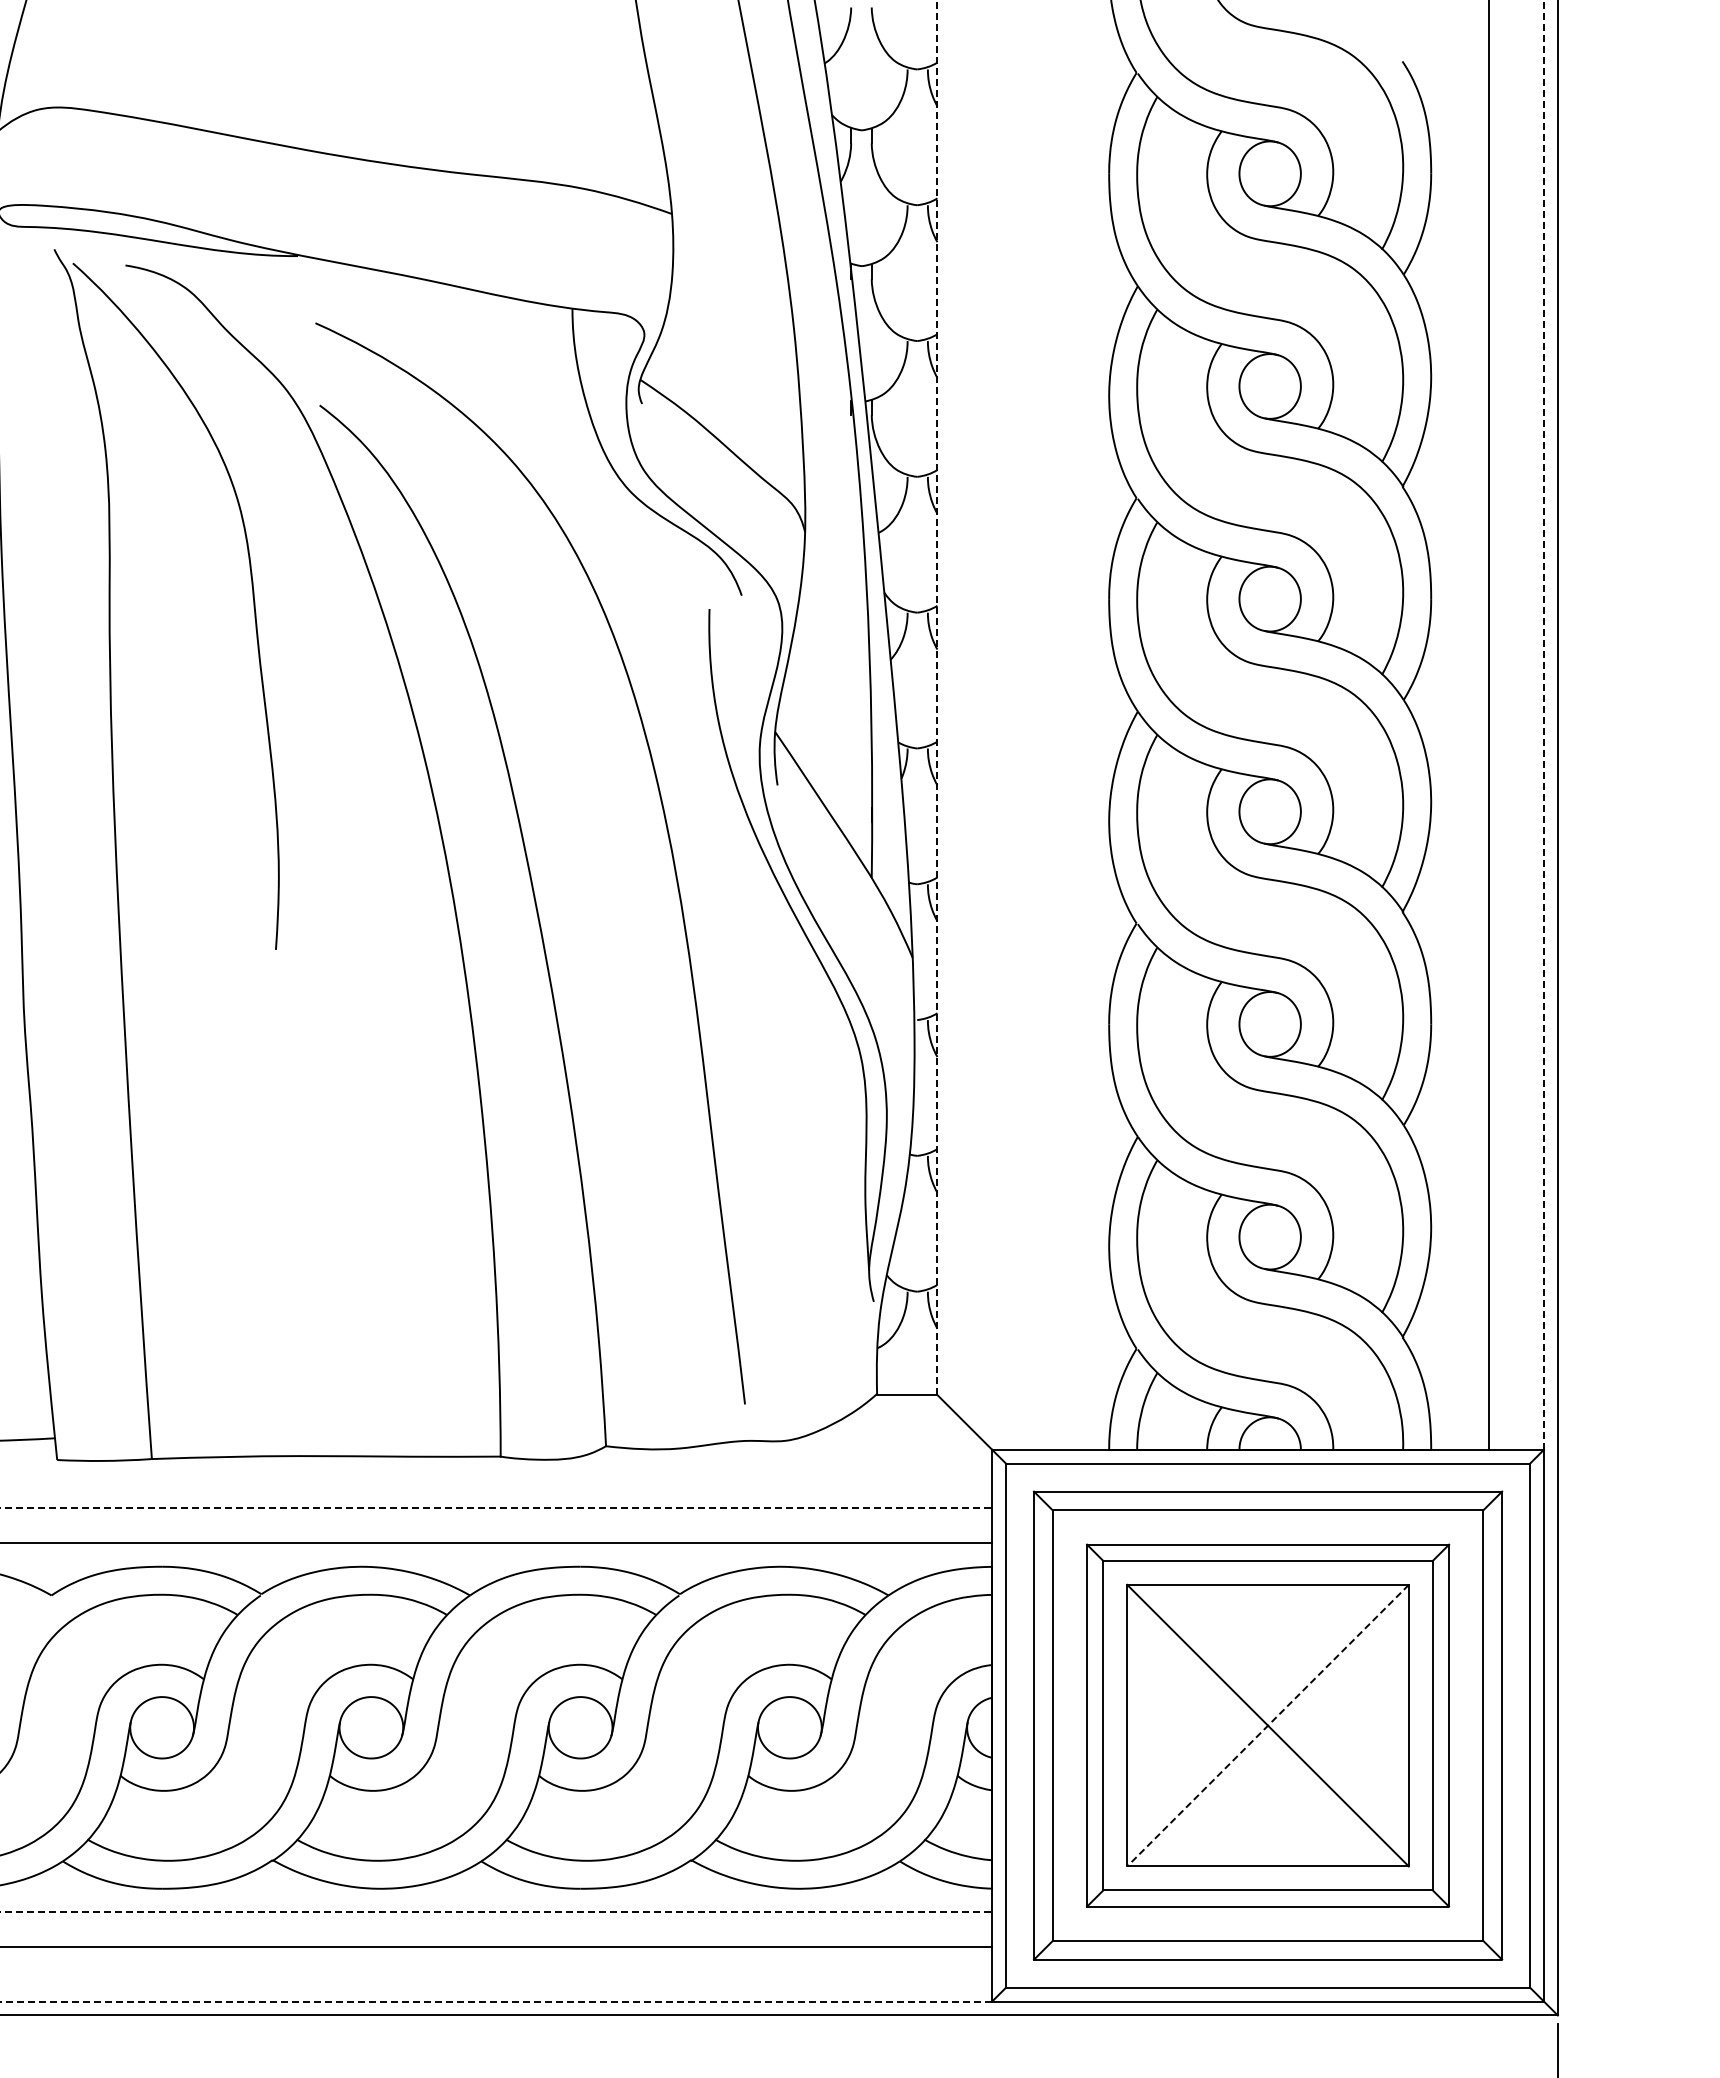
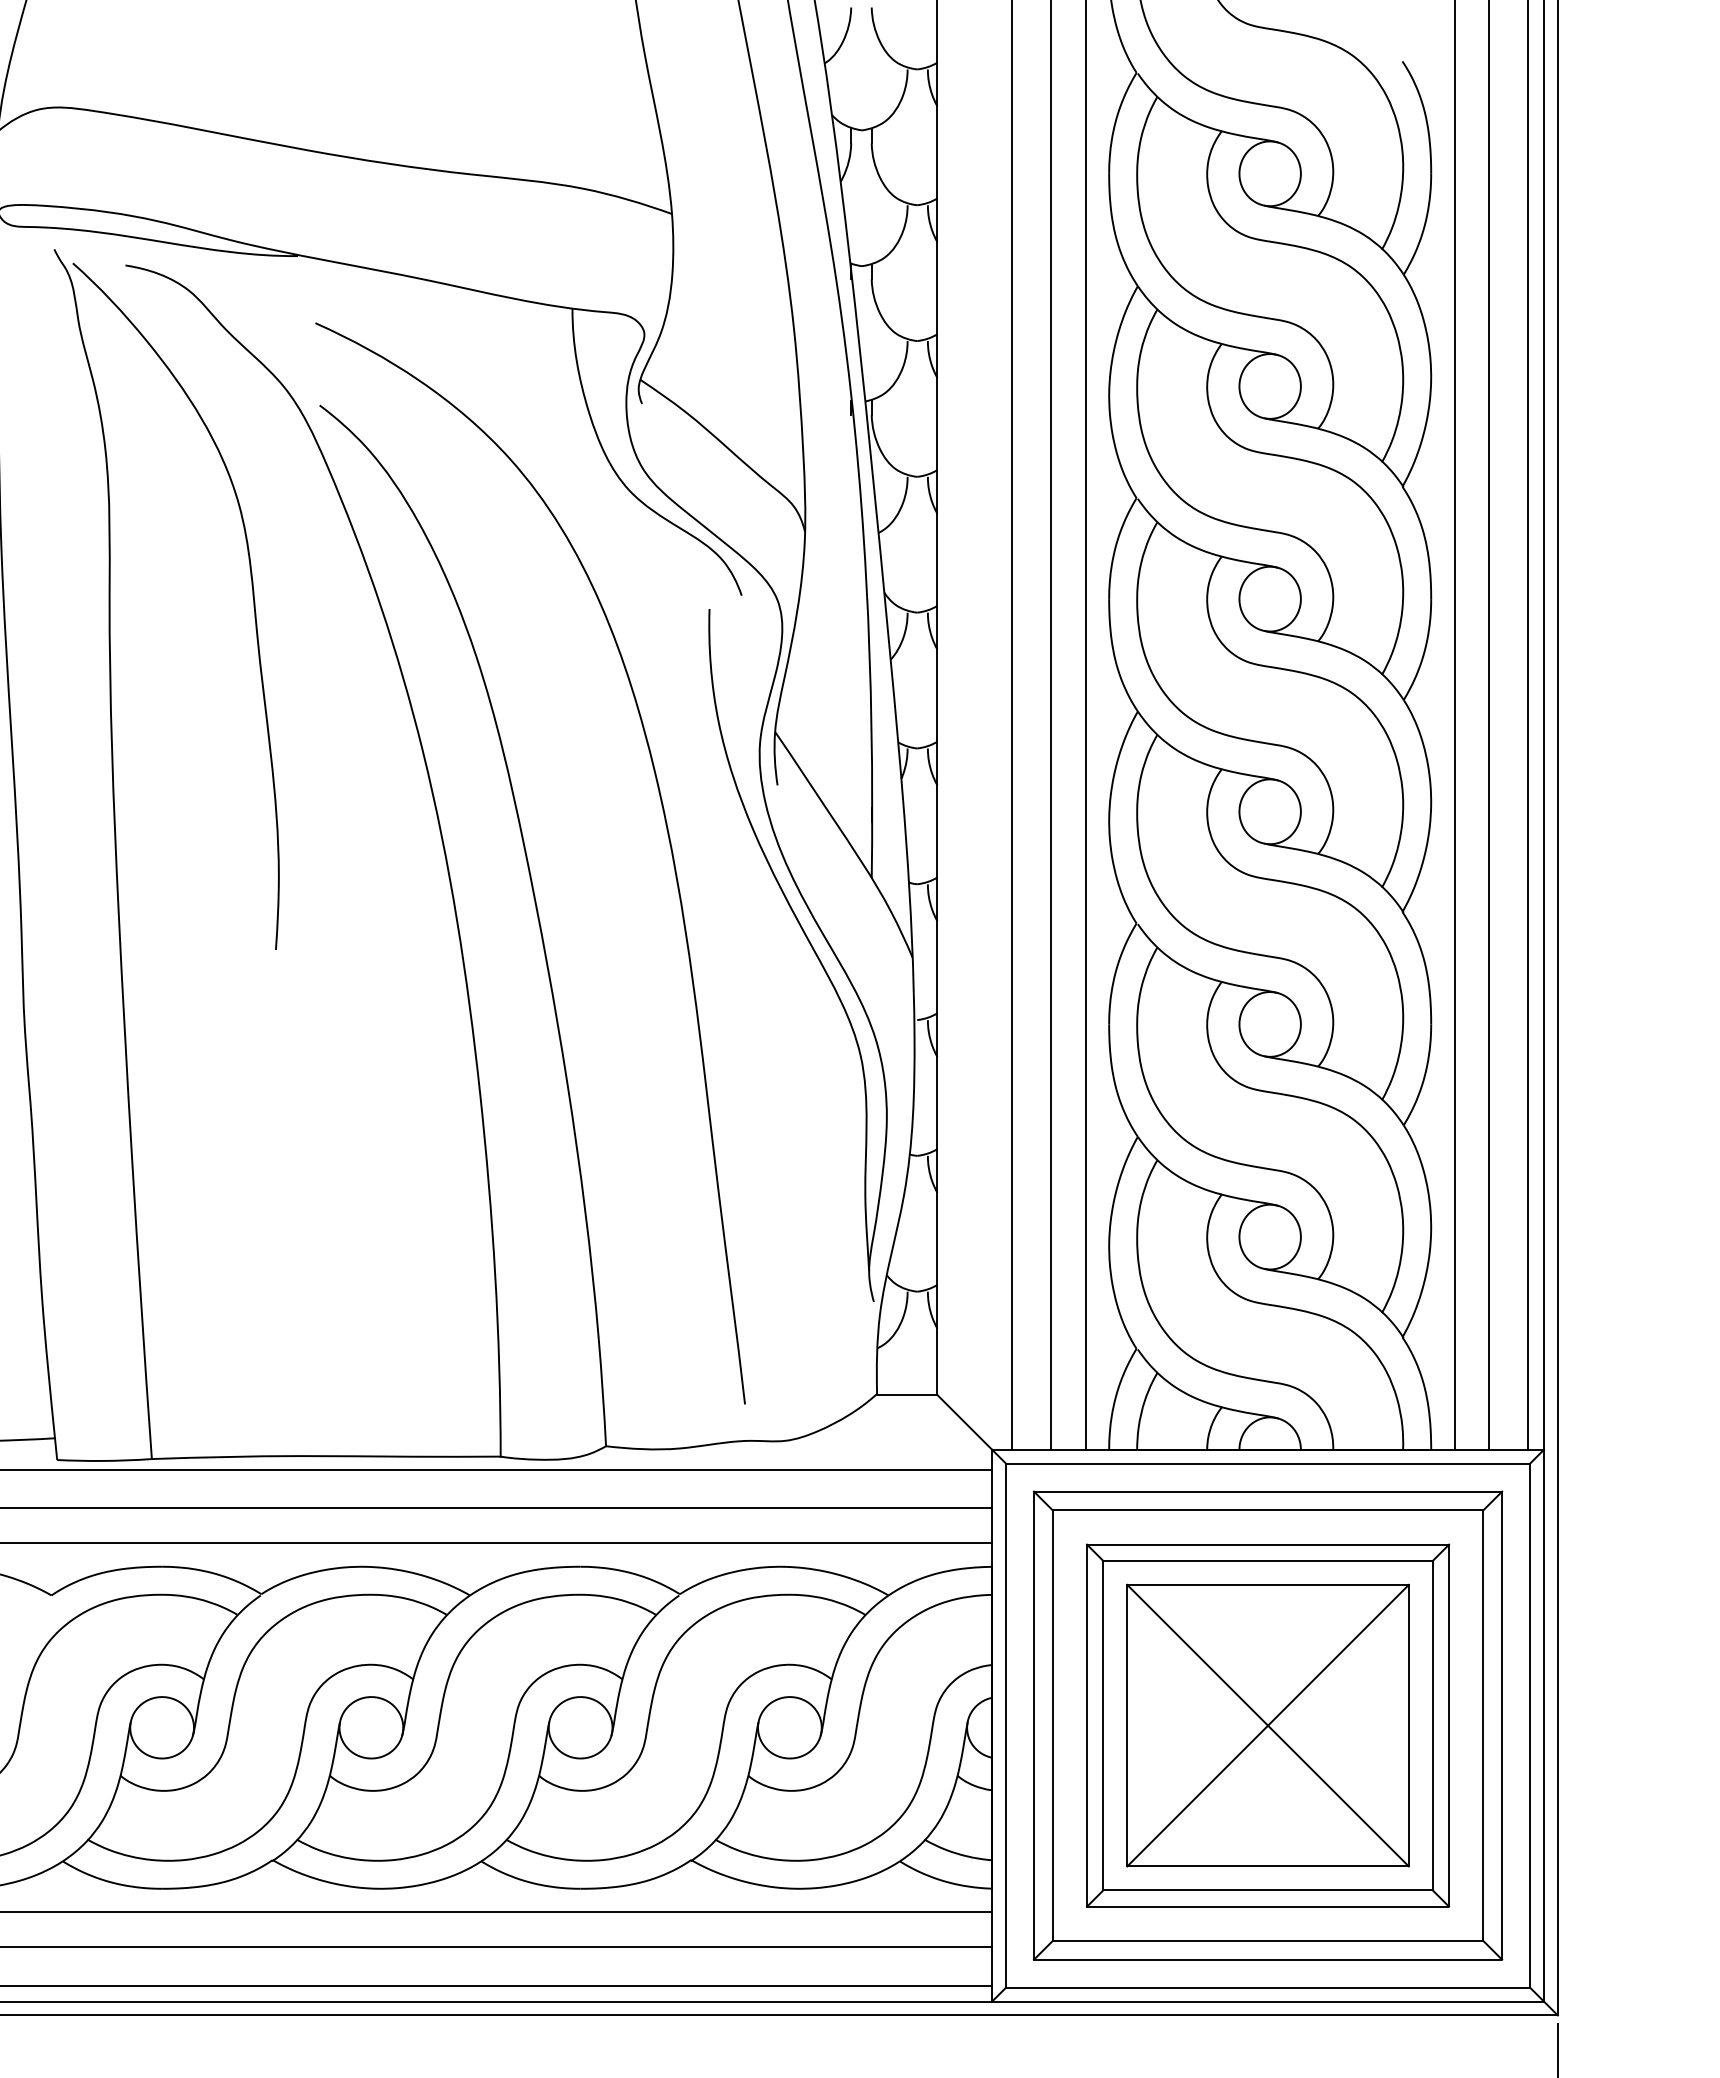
line at (937, 697): dashed -> solid
line at (1543, 724): dashed -> solid
line at (1012, 725): none -> present
line at (1050, 725): none -> present
line at (1085, 725): none -> present
line at (1454, 725): none -> present
line at (1528, 725): none -> present
line at (497, 1469): none -> present
line at (496, 1508): dashed -> solid
line at (1267, 1726): dashed -> solid
line at (496, 1912): dashed -> solid
line at (497, 1985): none -> present
line at (496, 2001): dashed -> solid
